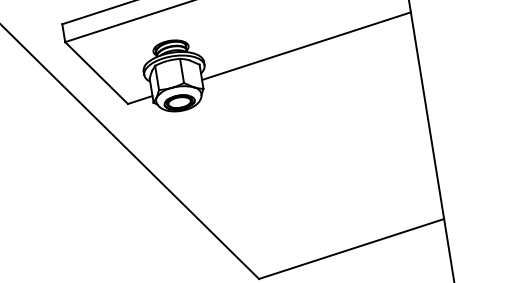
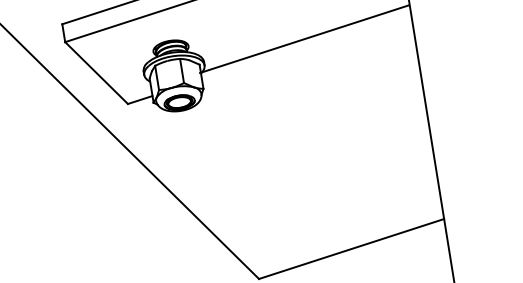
line at (306, 45) position: (306, 45) -> (304, 38)
